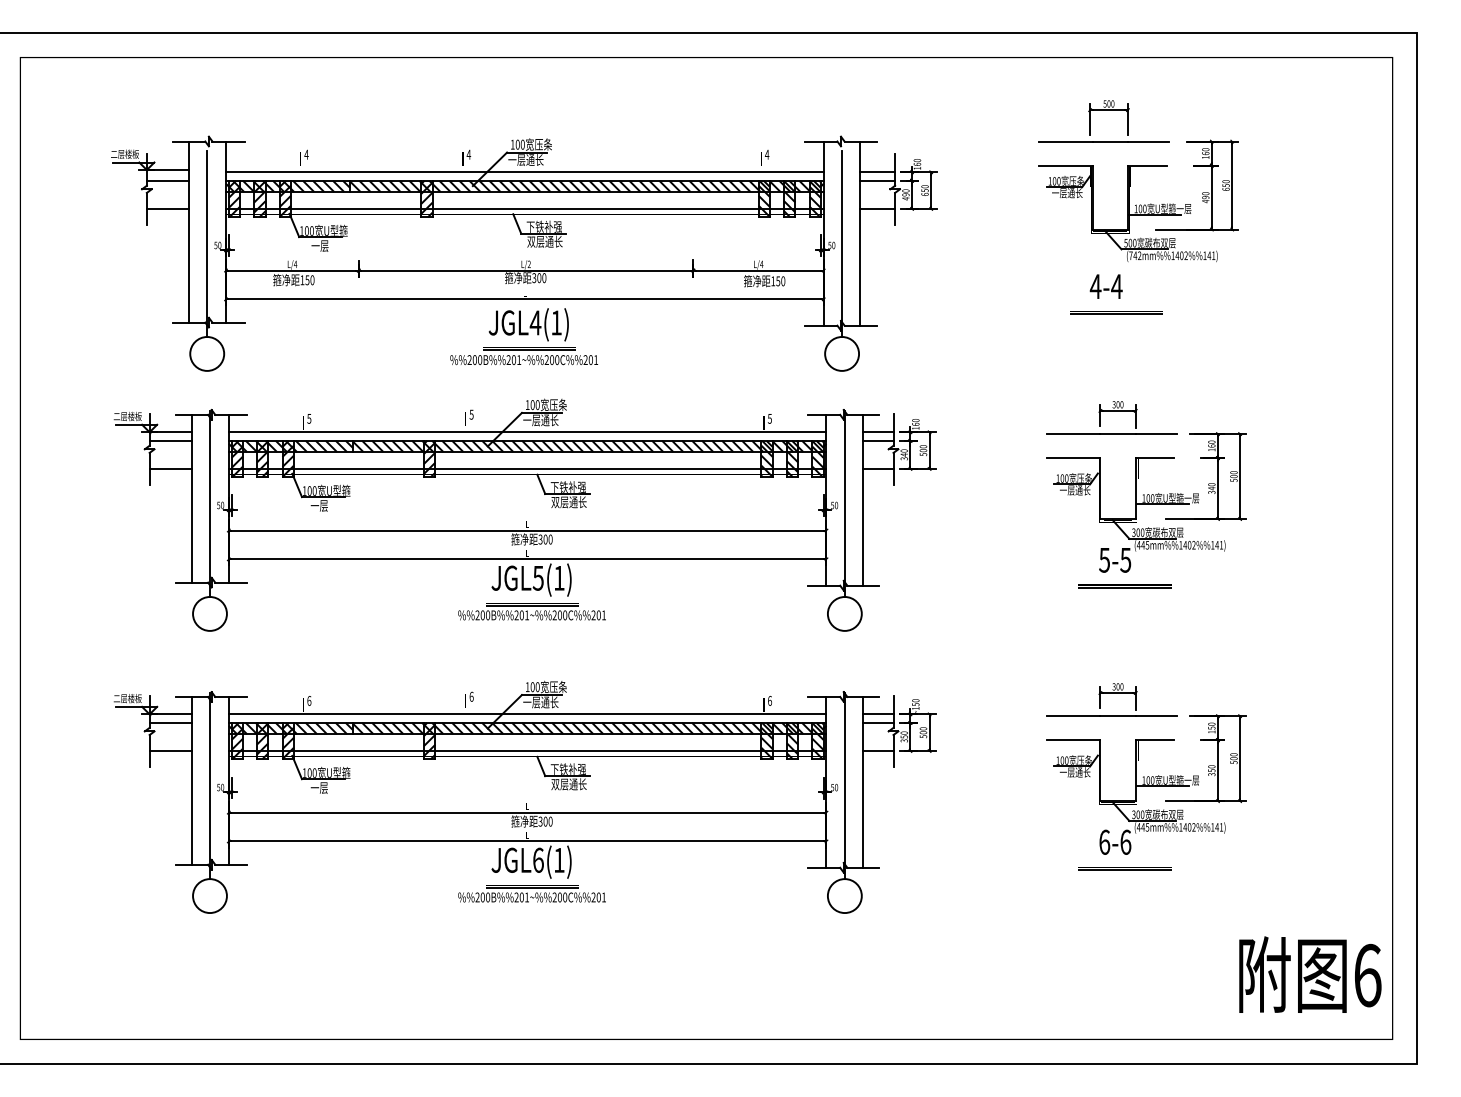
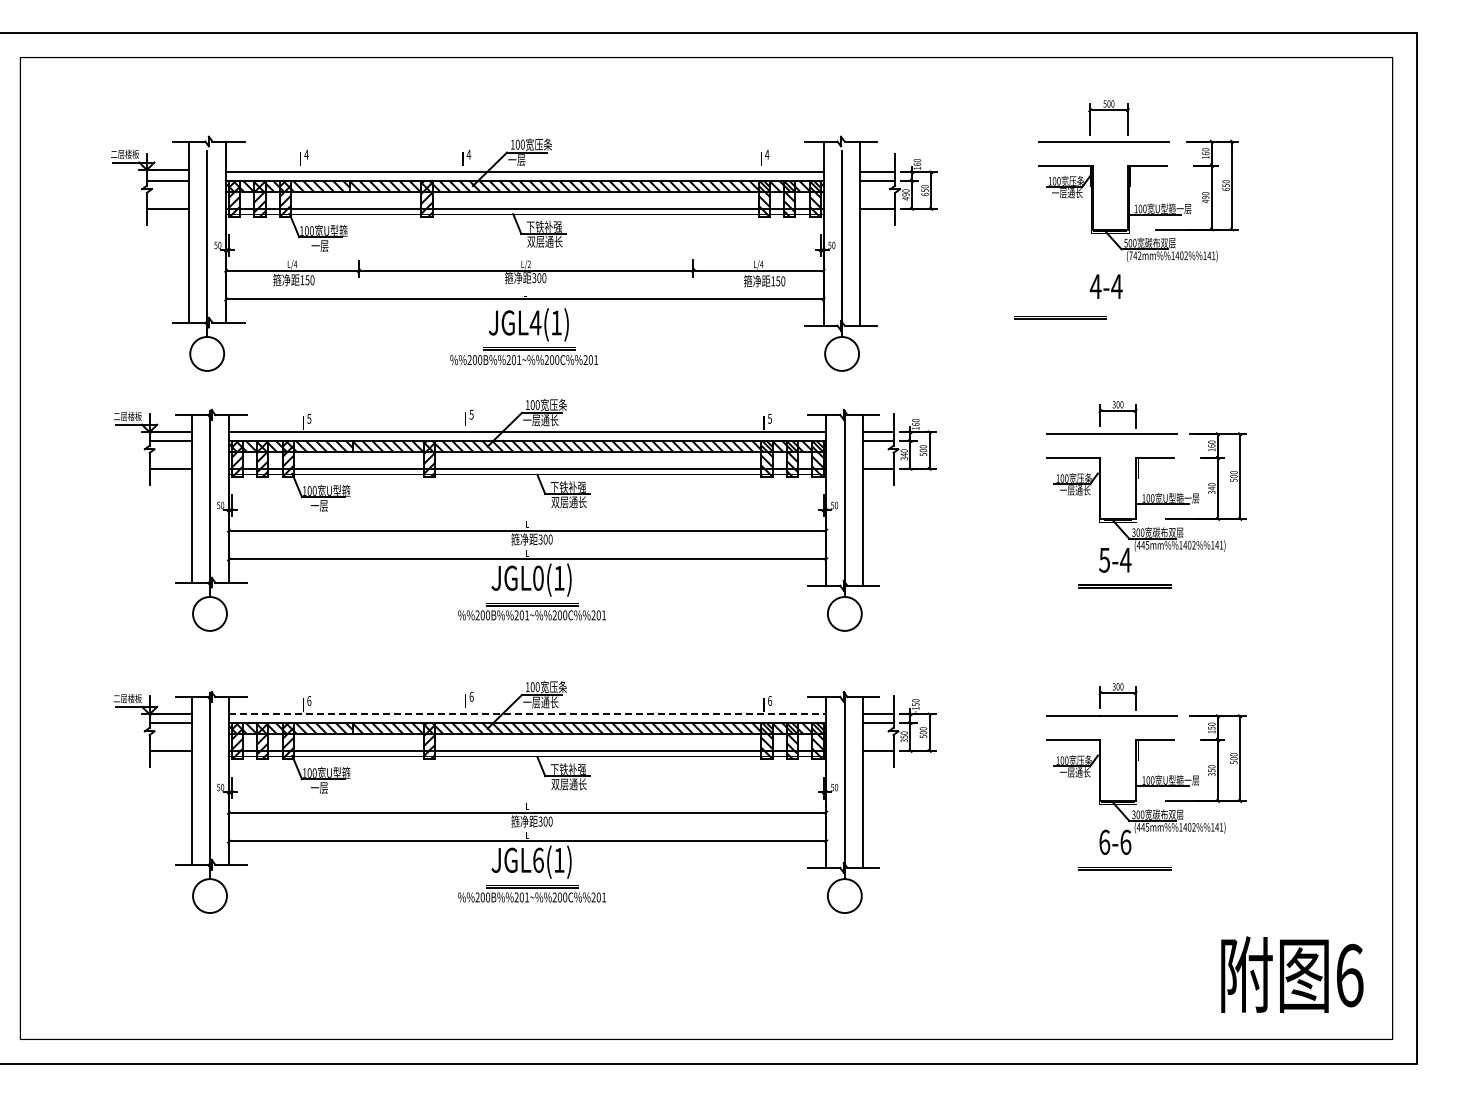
text at (534, 159): 一层通长 -> 一层
line at (1116, 311) position: (1116, 311) -> (1060, 316)
text at (1125, 560): 5-5 -> 5-4
text at (537, 577): JGL5(1) -> JGL0(1)
line at (527, 714): solid -> dashed
text at (1310, 974) position: (1310, 974) -> (1292, 974)
